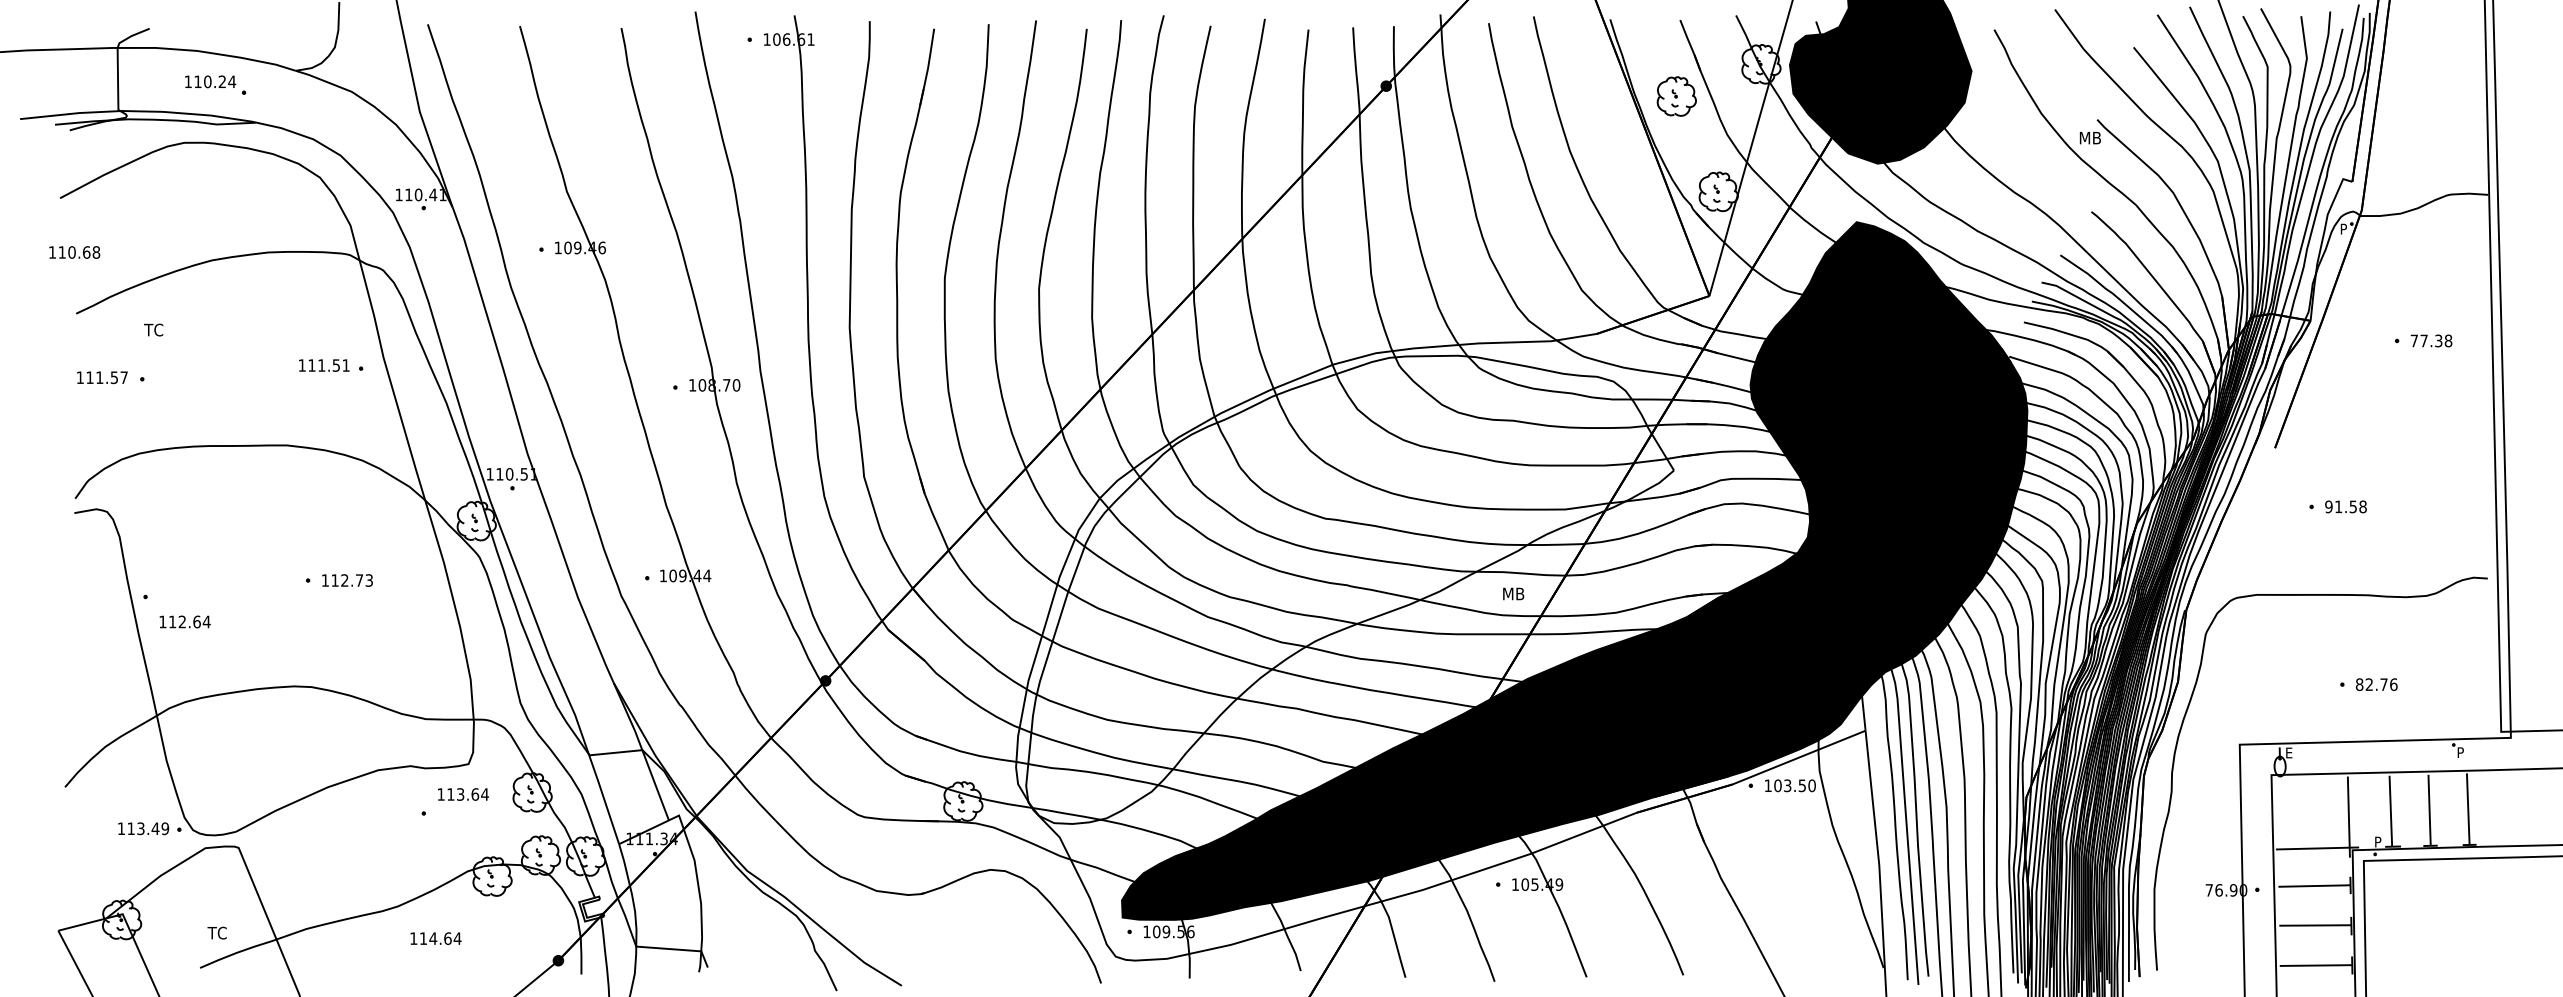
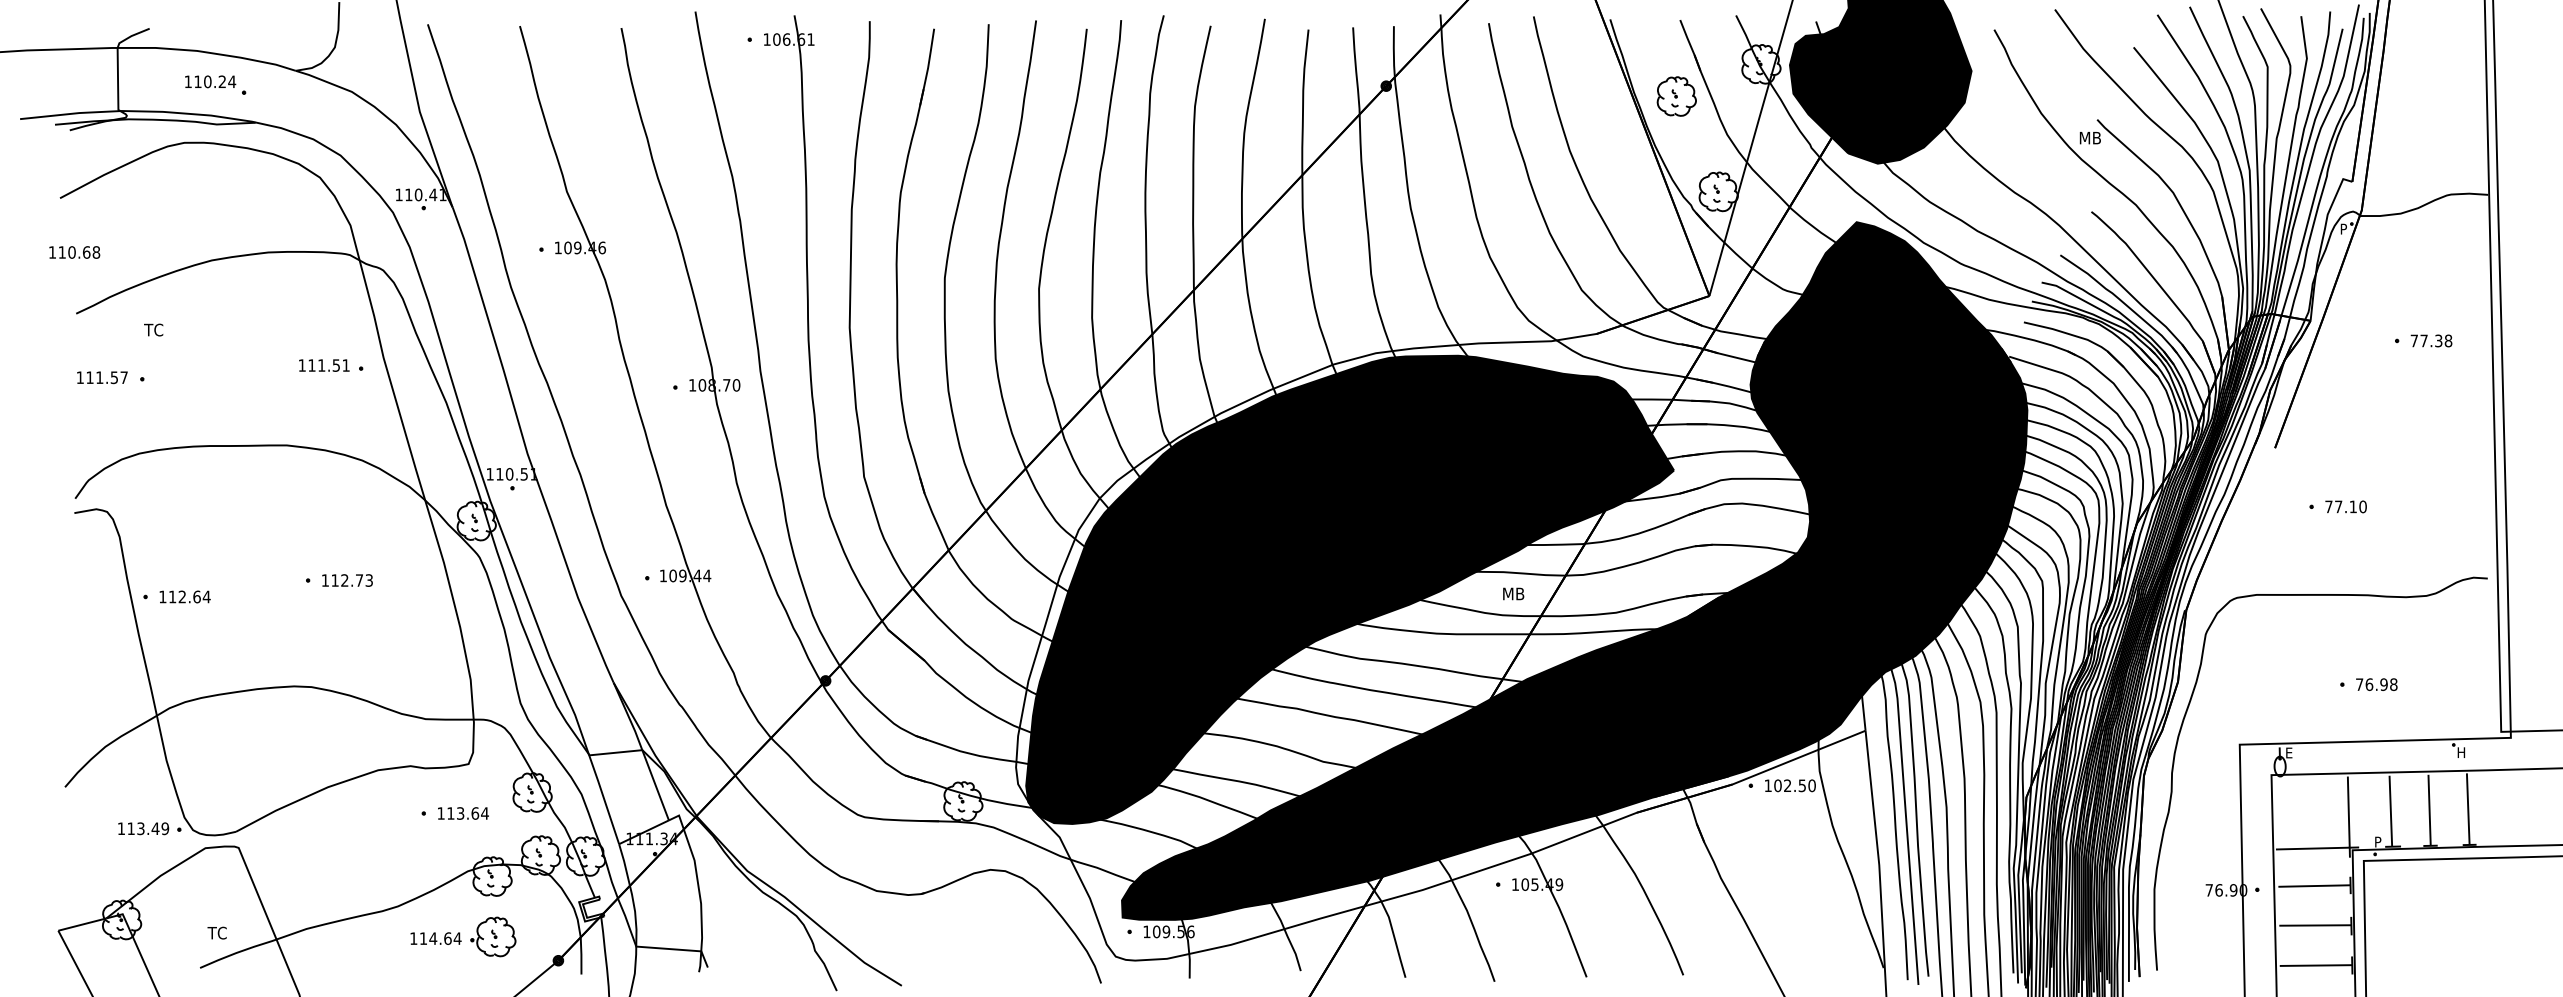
text at (2345, 506): 91.58 -> 77.10
fill at (1350, 589): none -> present
text at (184, 621) position: (184, 621) -> (184, 596)
text at (2376, 684): 82.76 -> 76.98
text at (2462, 752): P -> H
text at (1787, 786): 103.50 -> 102.50
text at (463, 794) position: (463, 794) -> (463, 813)
part at (493, 936): none -> present
